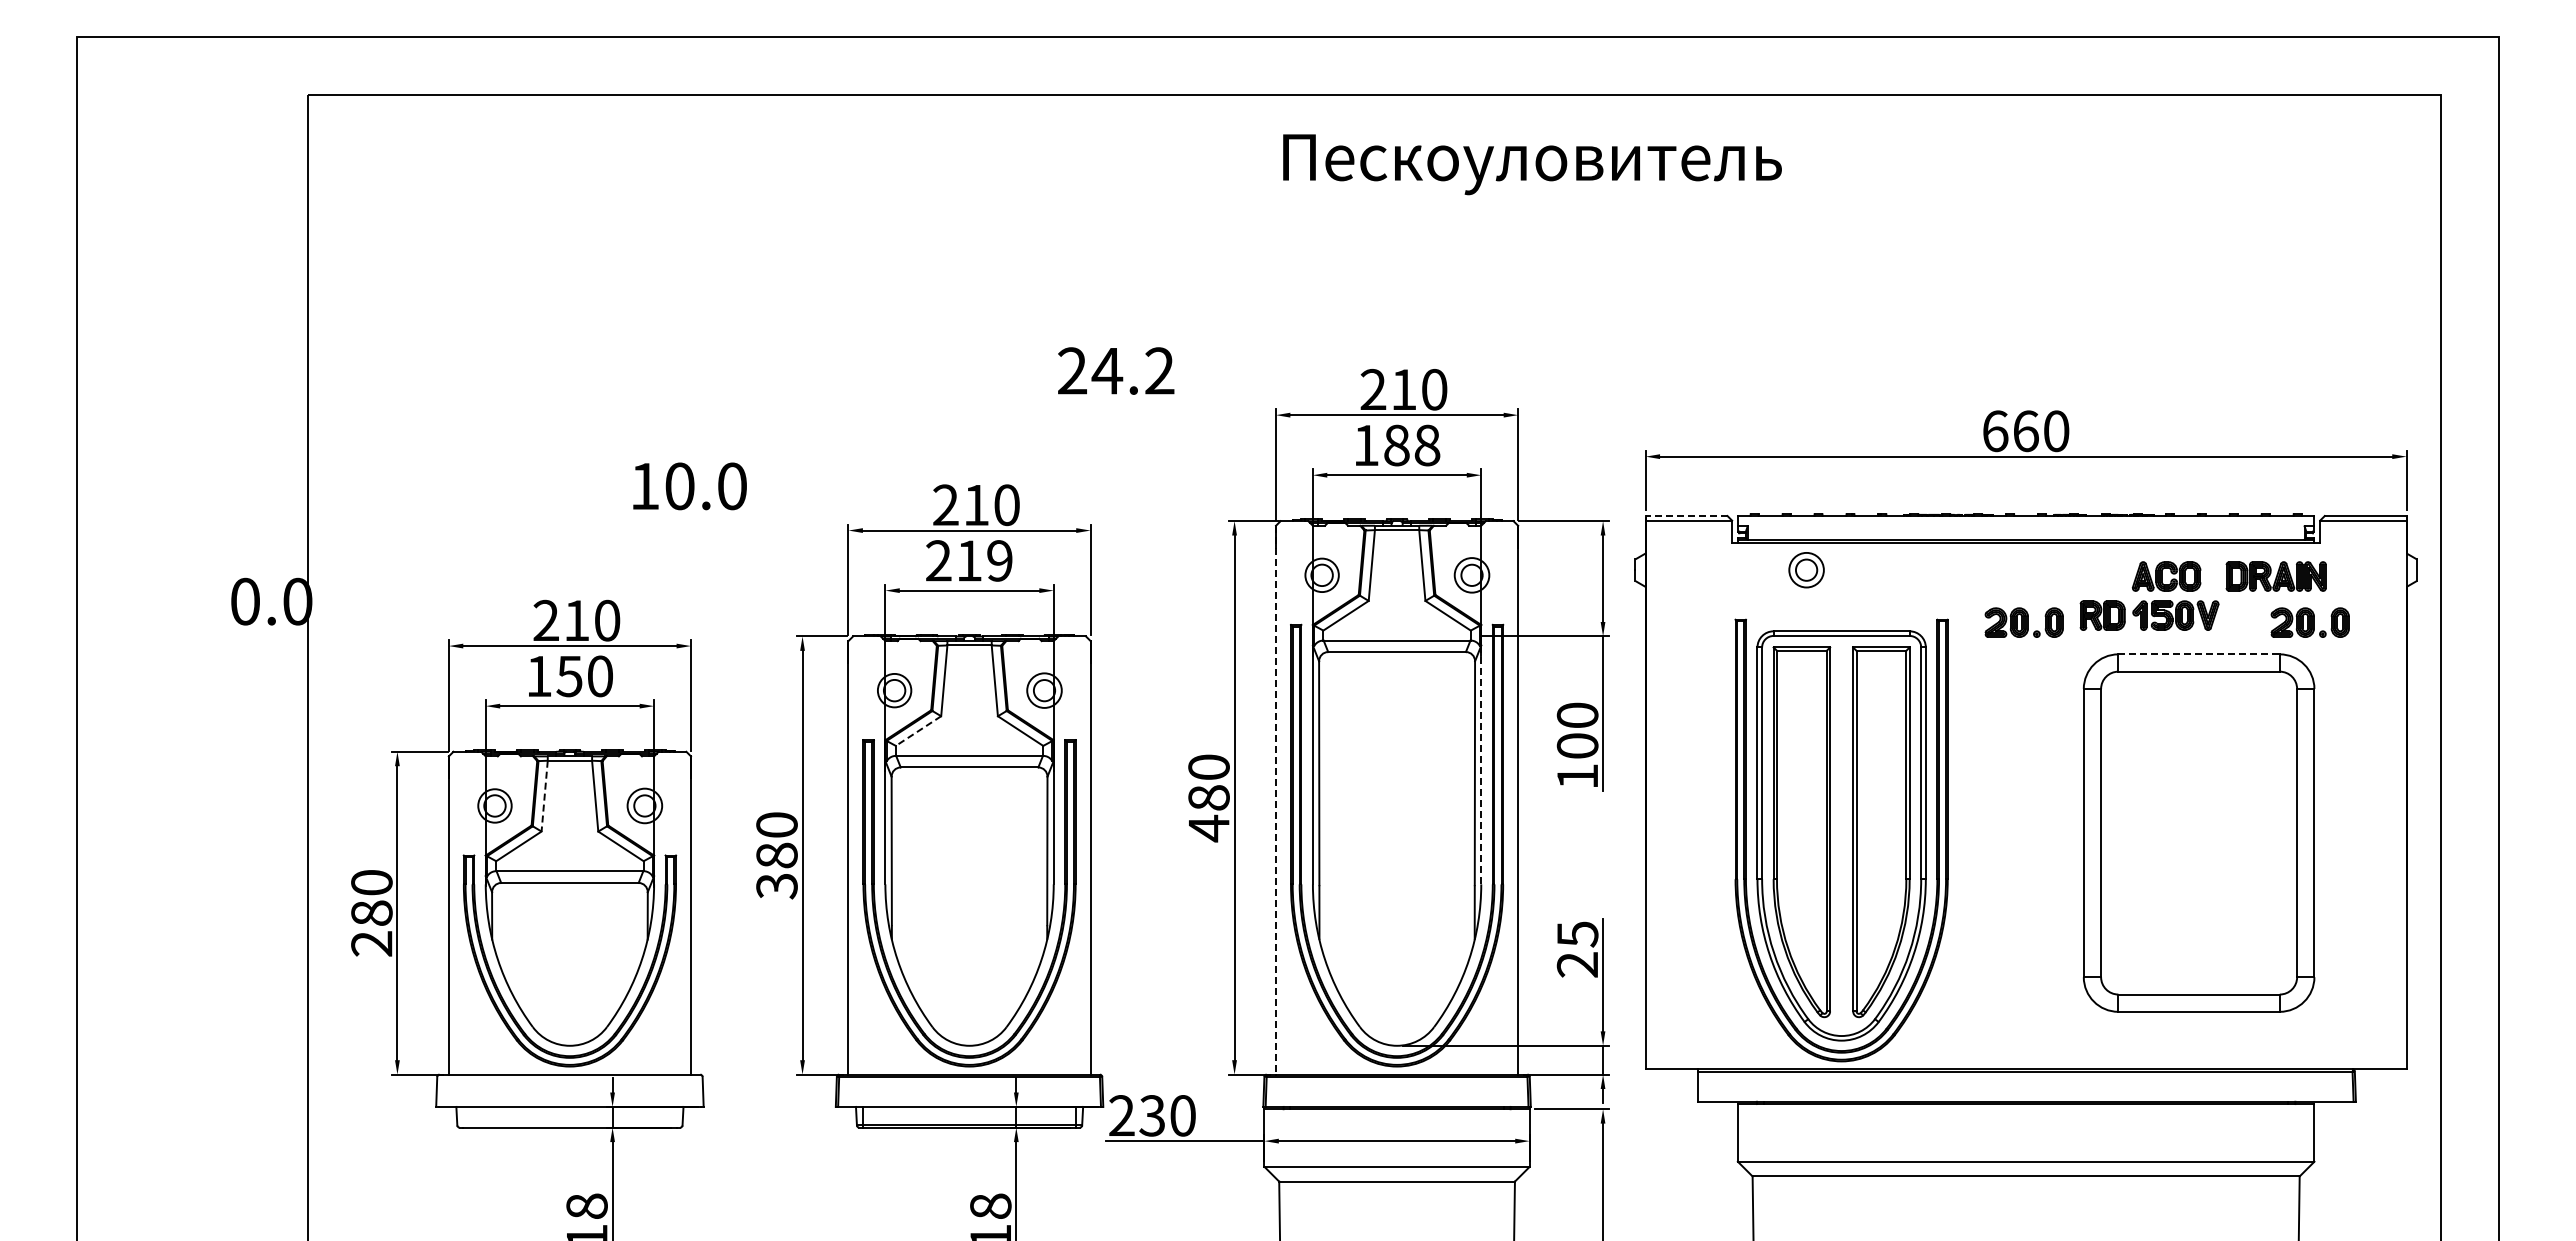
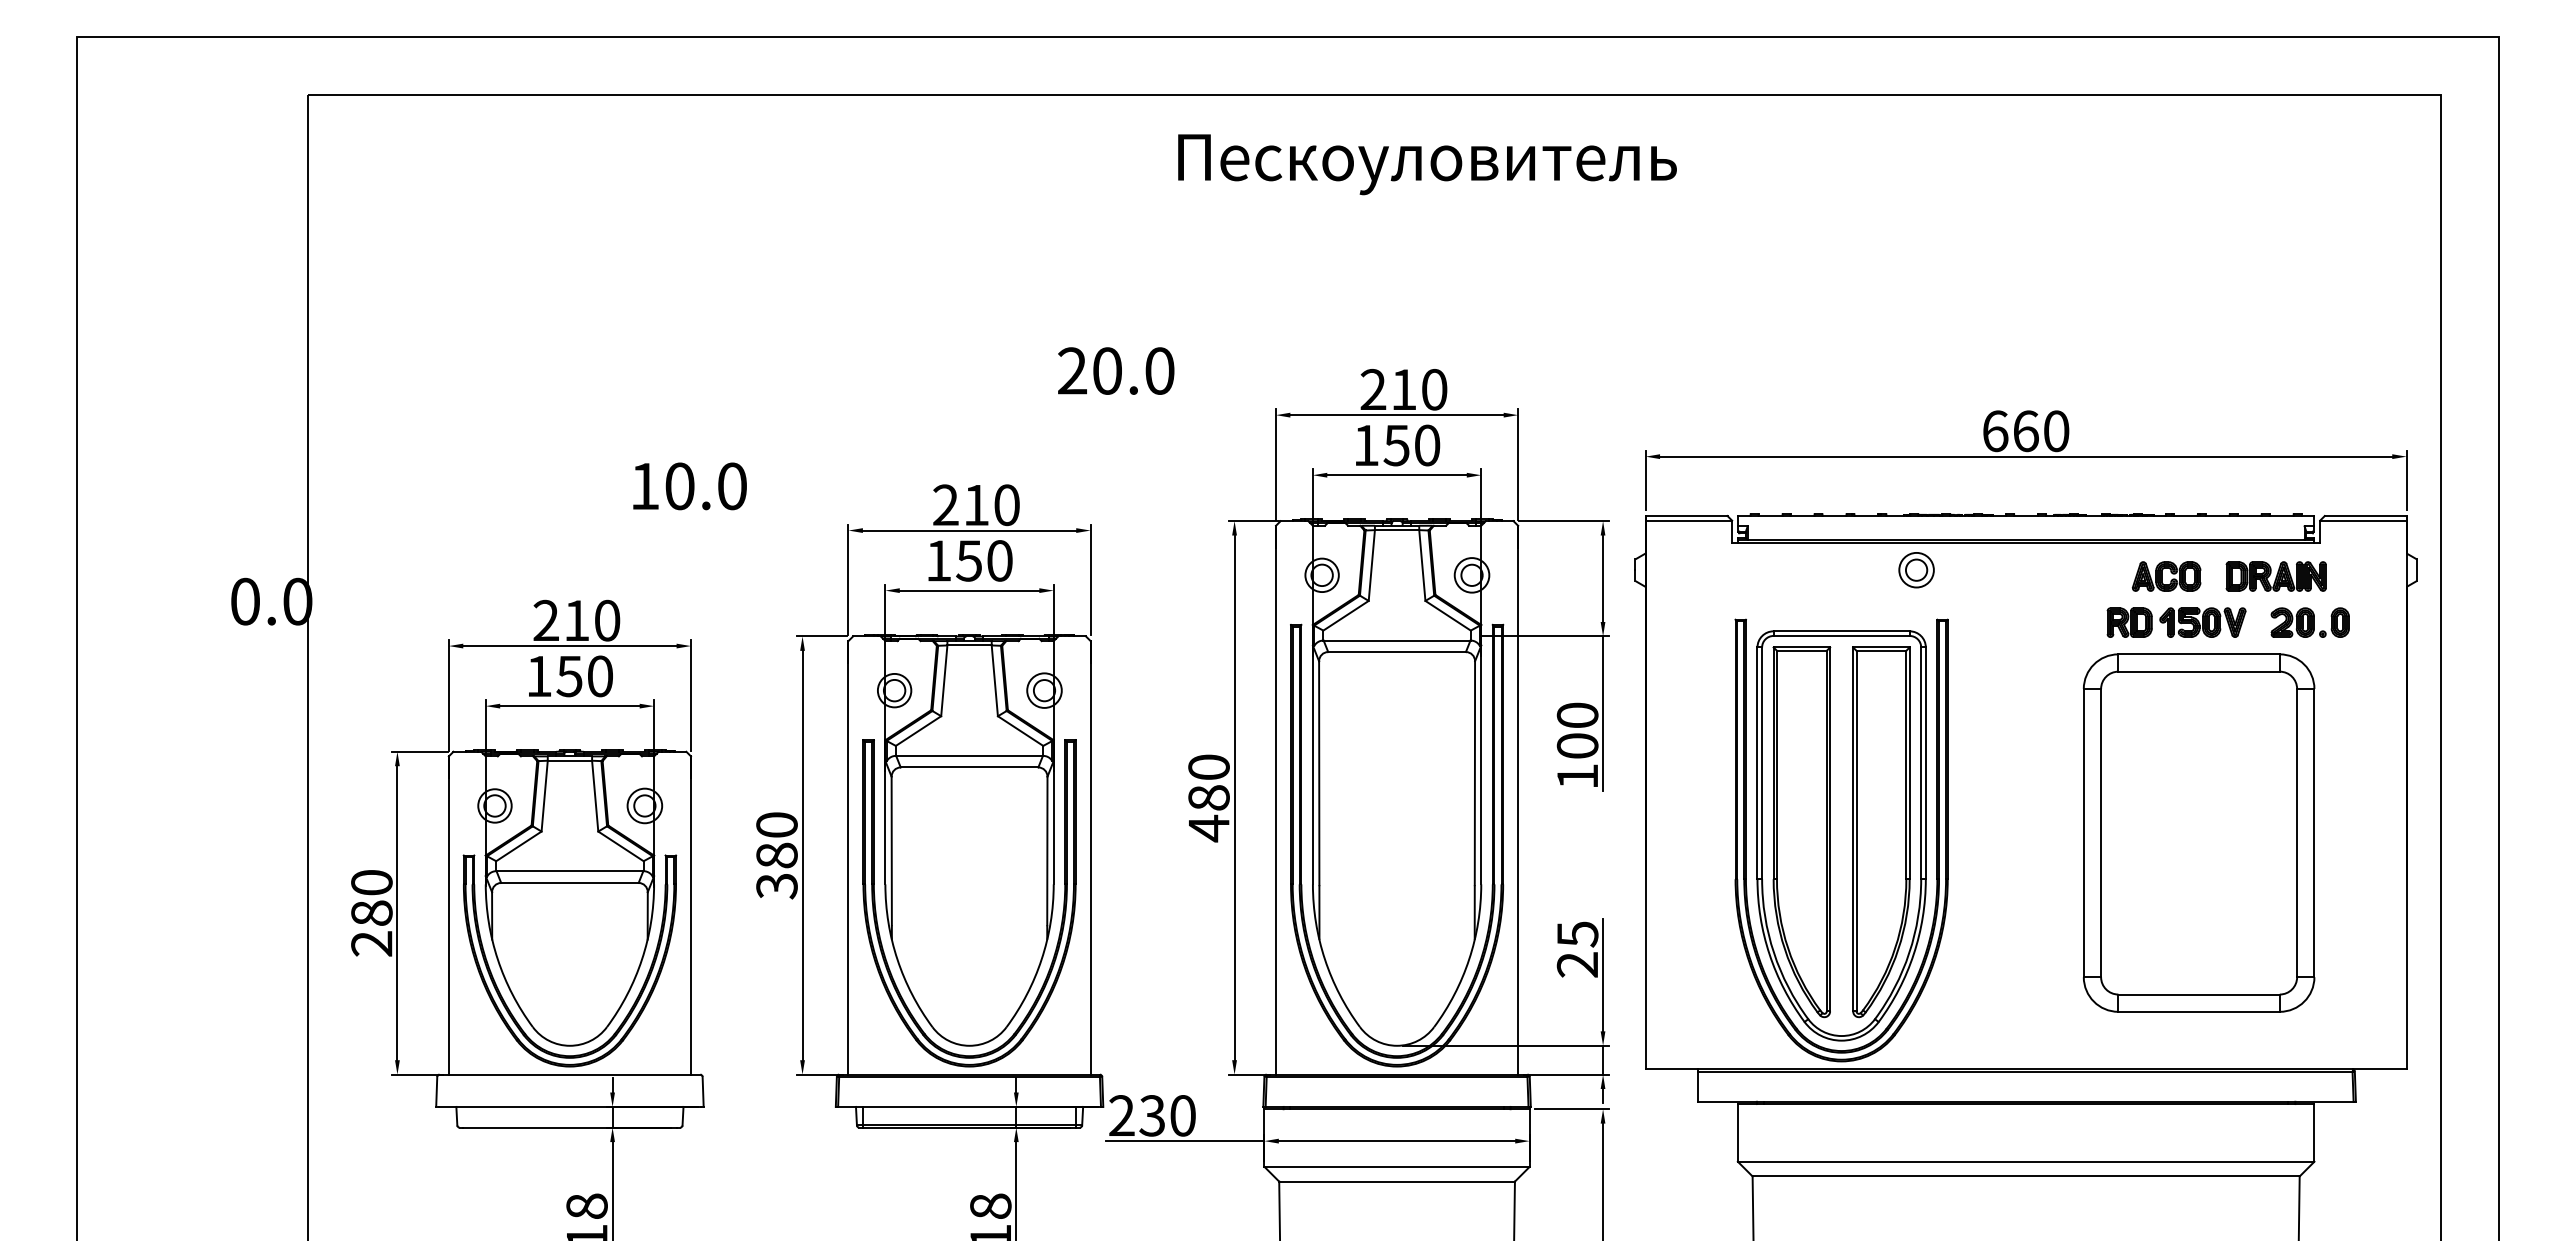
text at (1532, 164) position: (1532, 164) -> (1427, 164)
text at (1132, 370): 24.2 -> 20.0
text at (1411, 445): 188 -> 150
line at (1686, 516): dashed -> solid
text at (969, 560): 219 -> 150
part at (1806, 570) position: (1806, 570) -> (1916, 570)
part at (2149, 615) position: (2149, 615) -> (2176, 622)
part at (2023, 622): present -> none
line at (2199, 654): dashed -> solid
line at (918, 731): dashed -> solid
line at (1481, 765): dashed -> solid
line at (544, 796): dashed -> solid
line at (1276, 800): dashed -> solid
